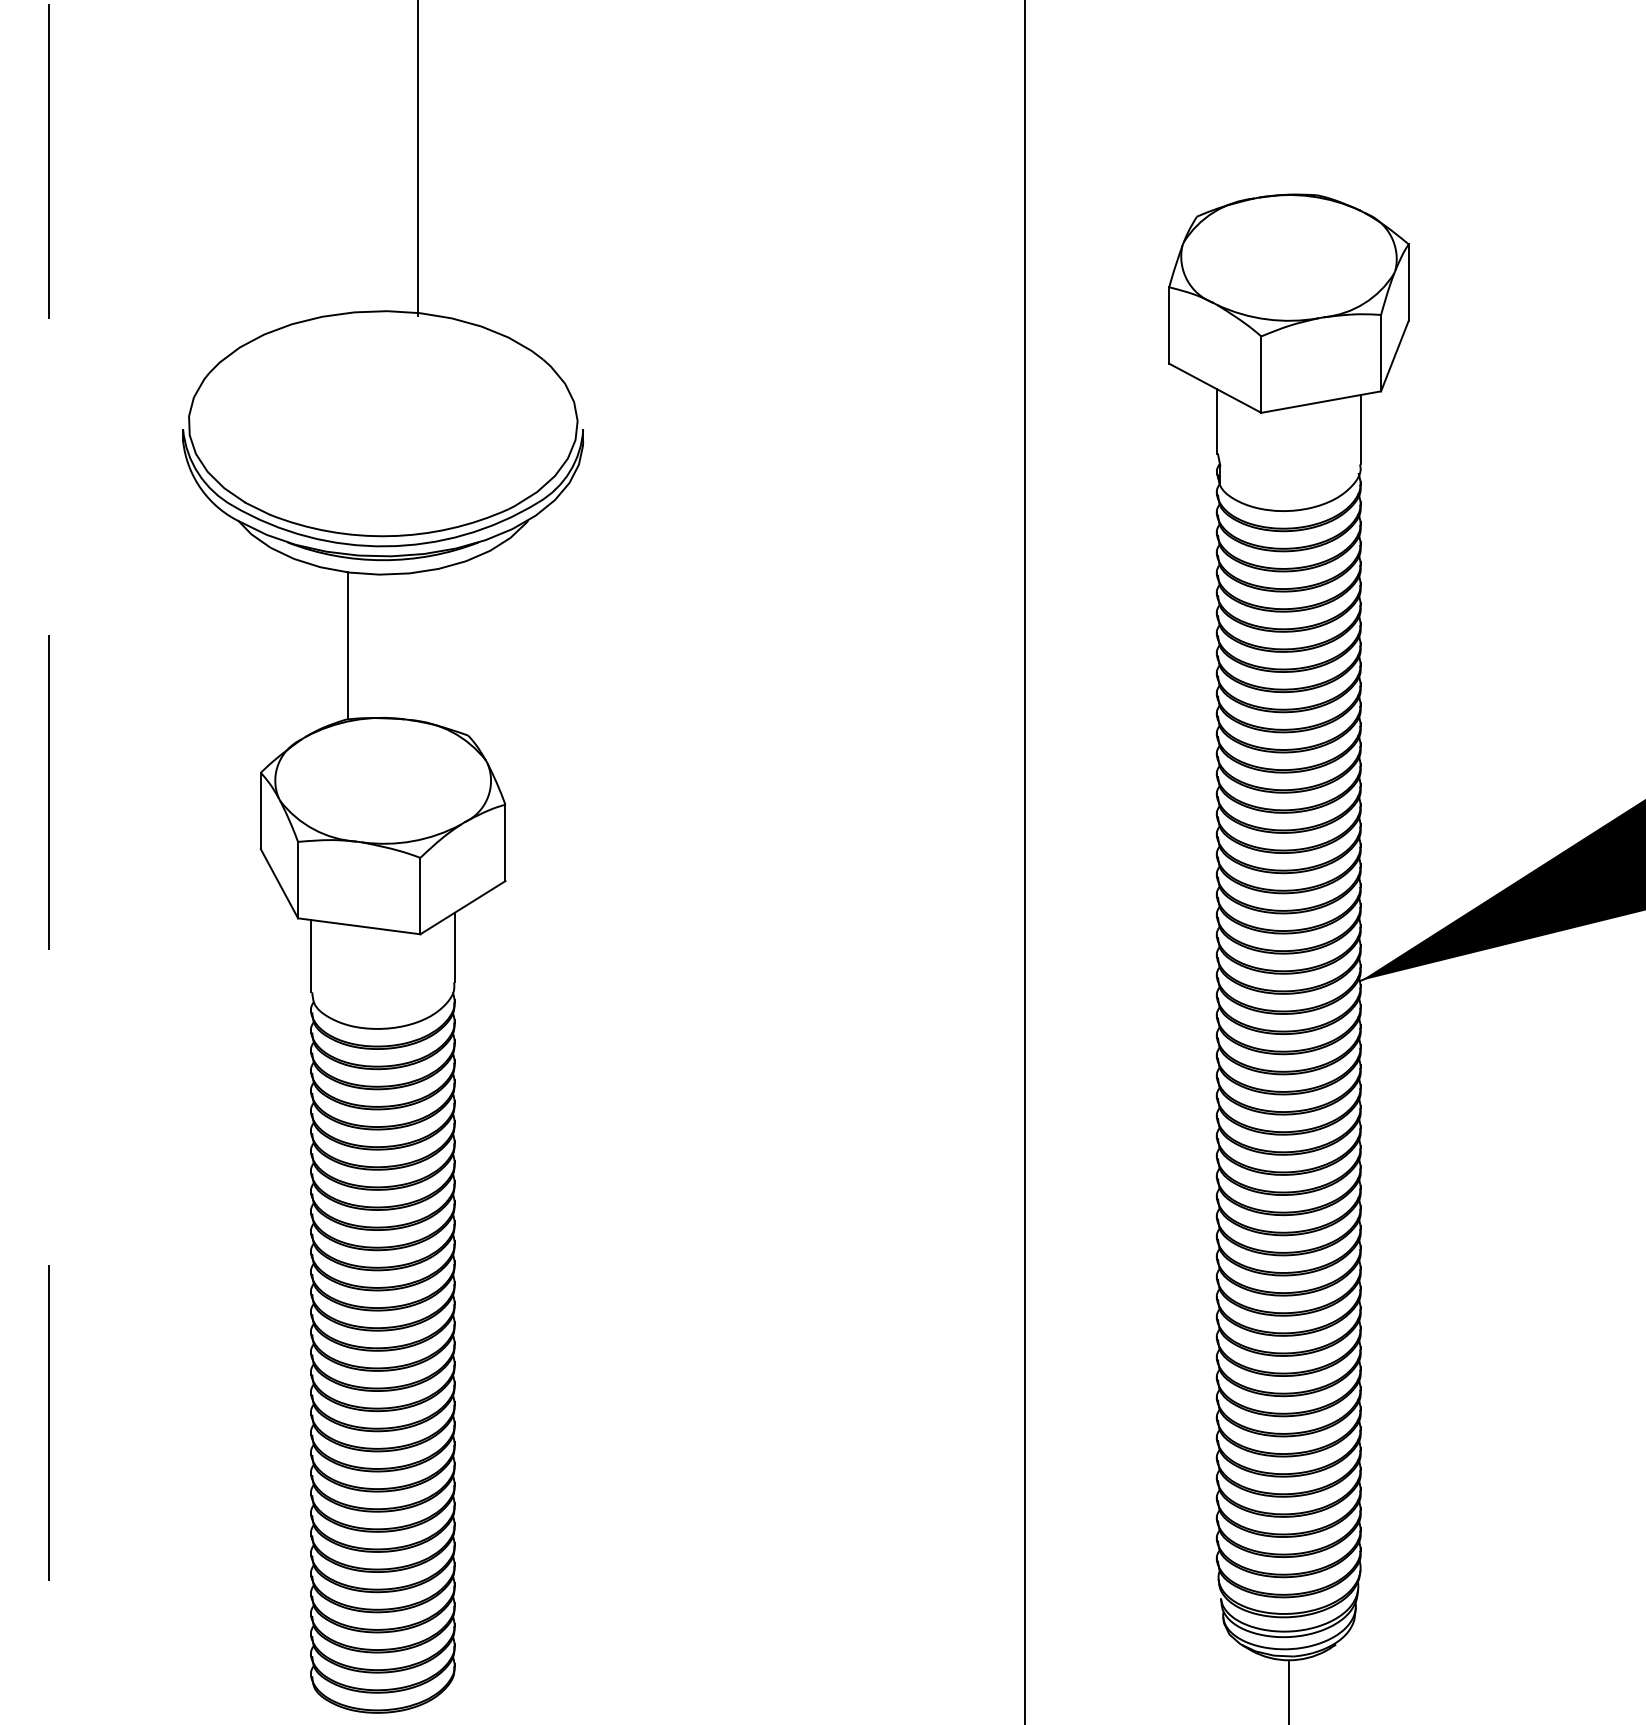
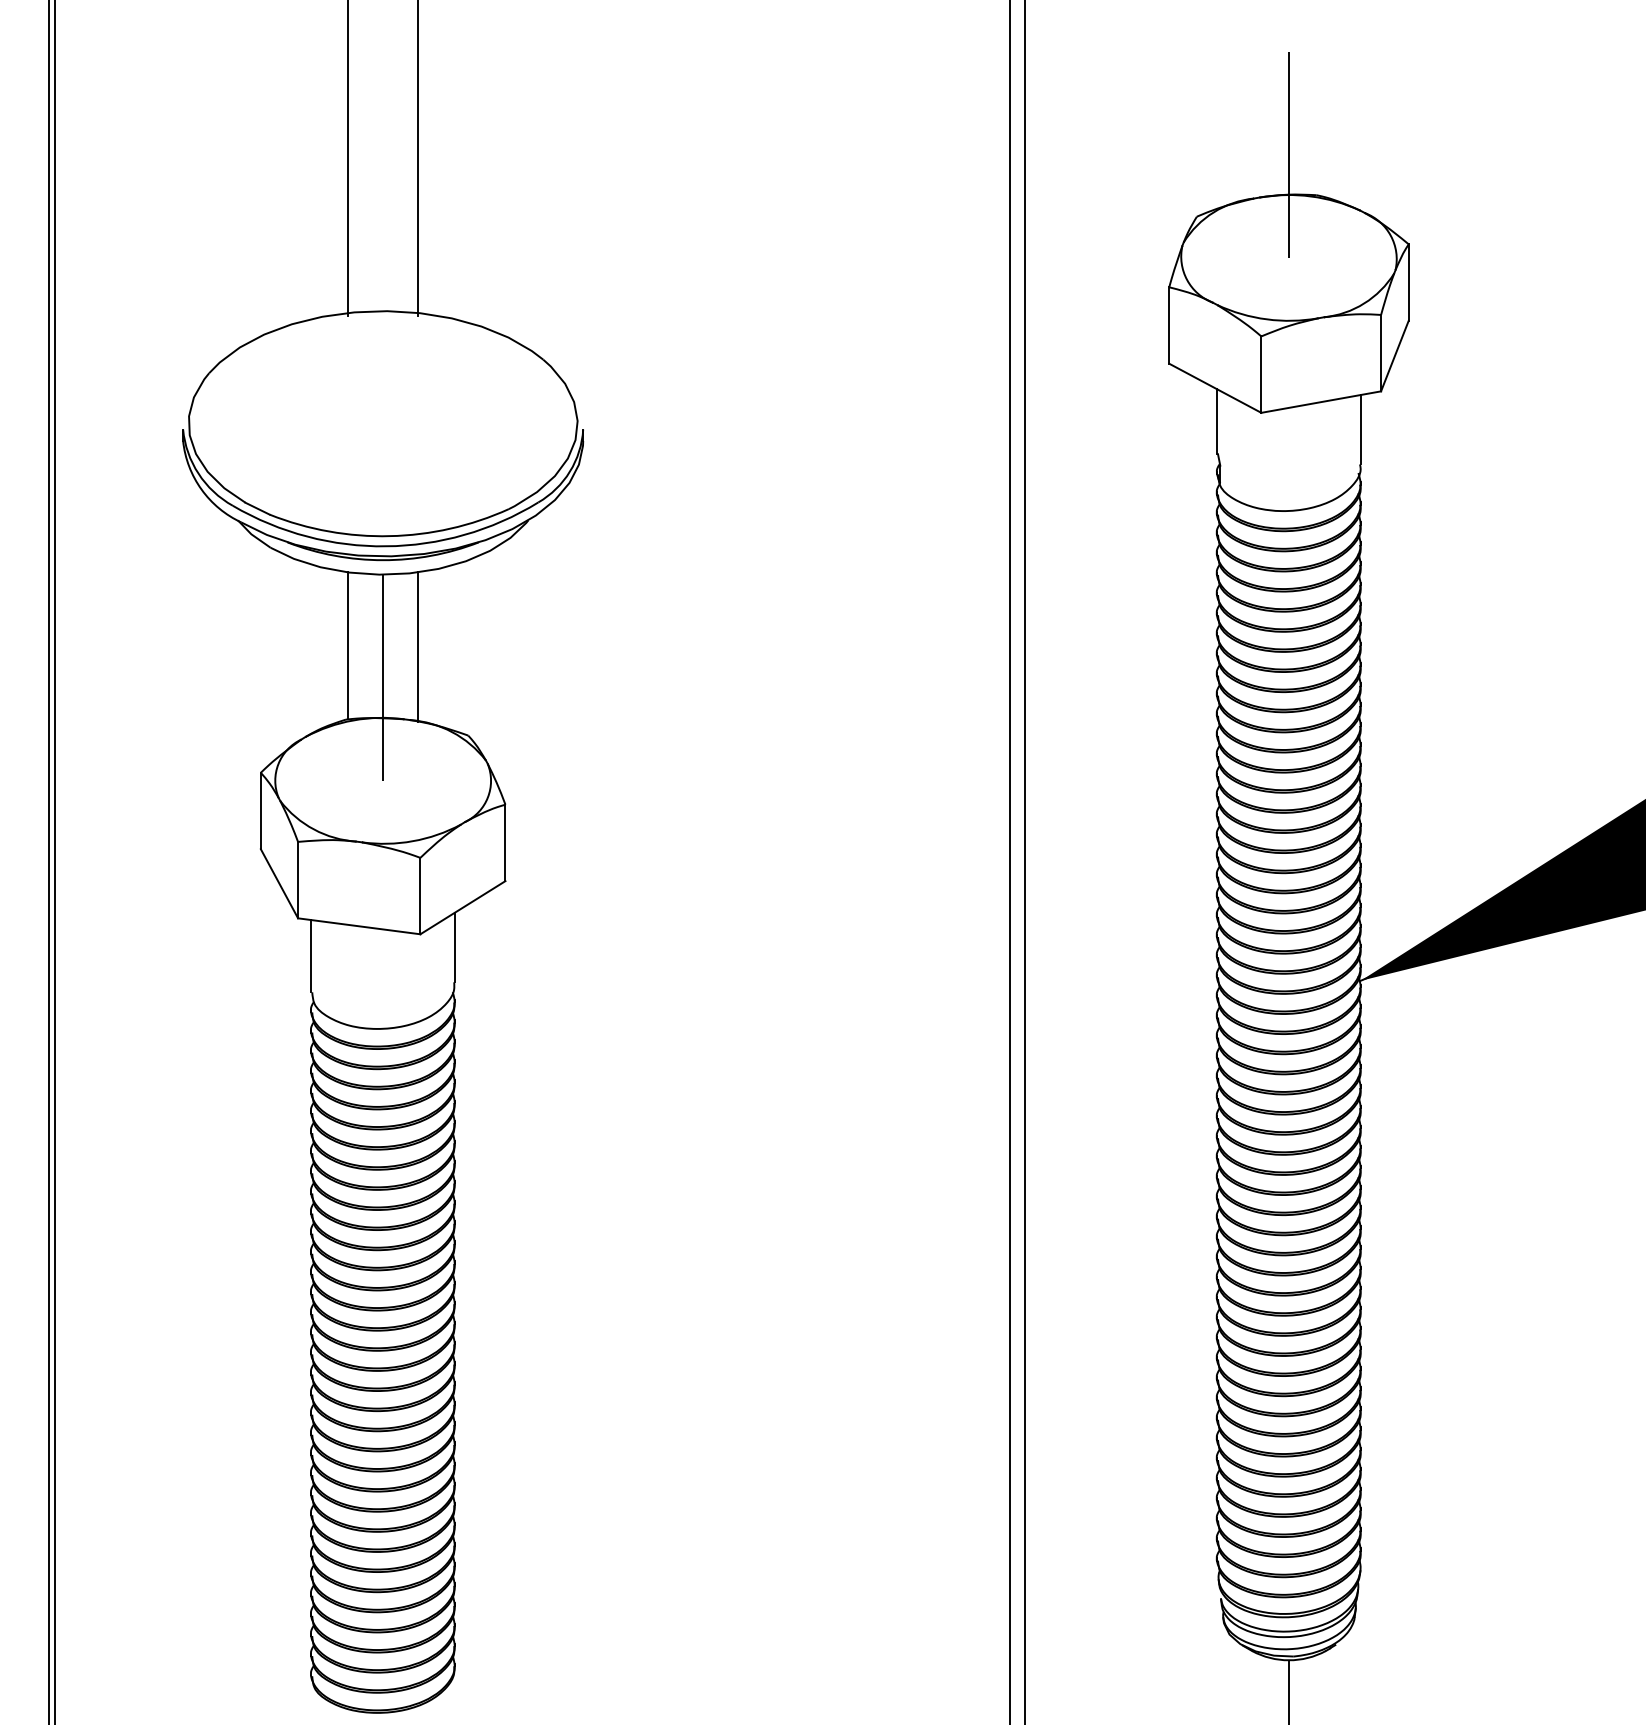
line at (1288, 154): none -> present
line at (348, 158): none -> present
line at (418, 646): none -> present
line at (383, 677): none -> present
line at (54, 861): none -> present
line at (1010, 861): none -> present
line at (49, 862): dashed -> solid
